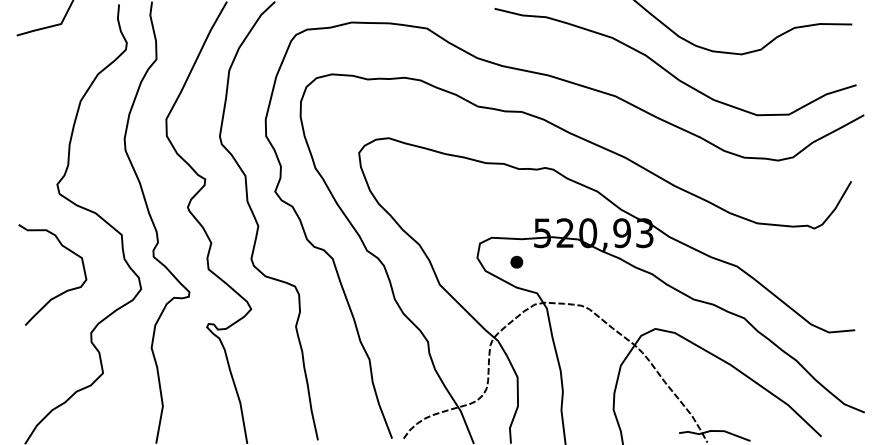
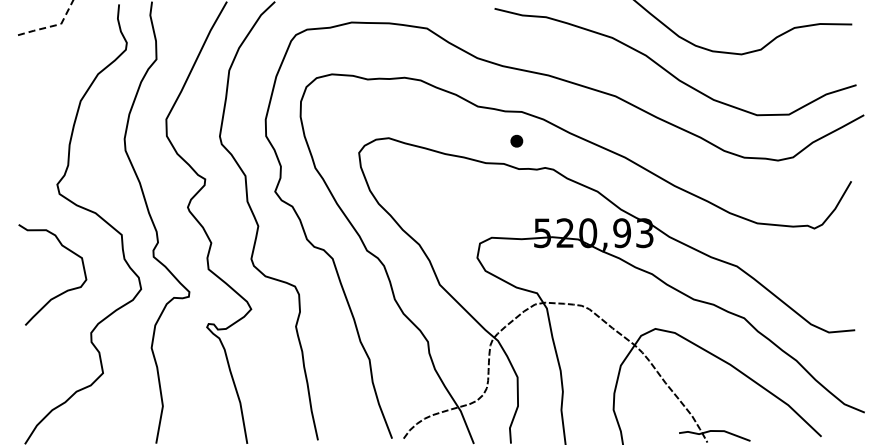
line at (51, 26): solid -> dashed
part at (516, 261) position: (516, 261) -> (516, 140)
